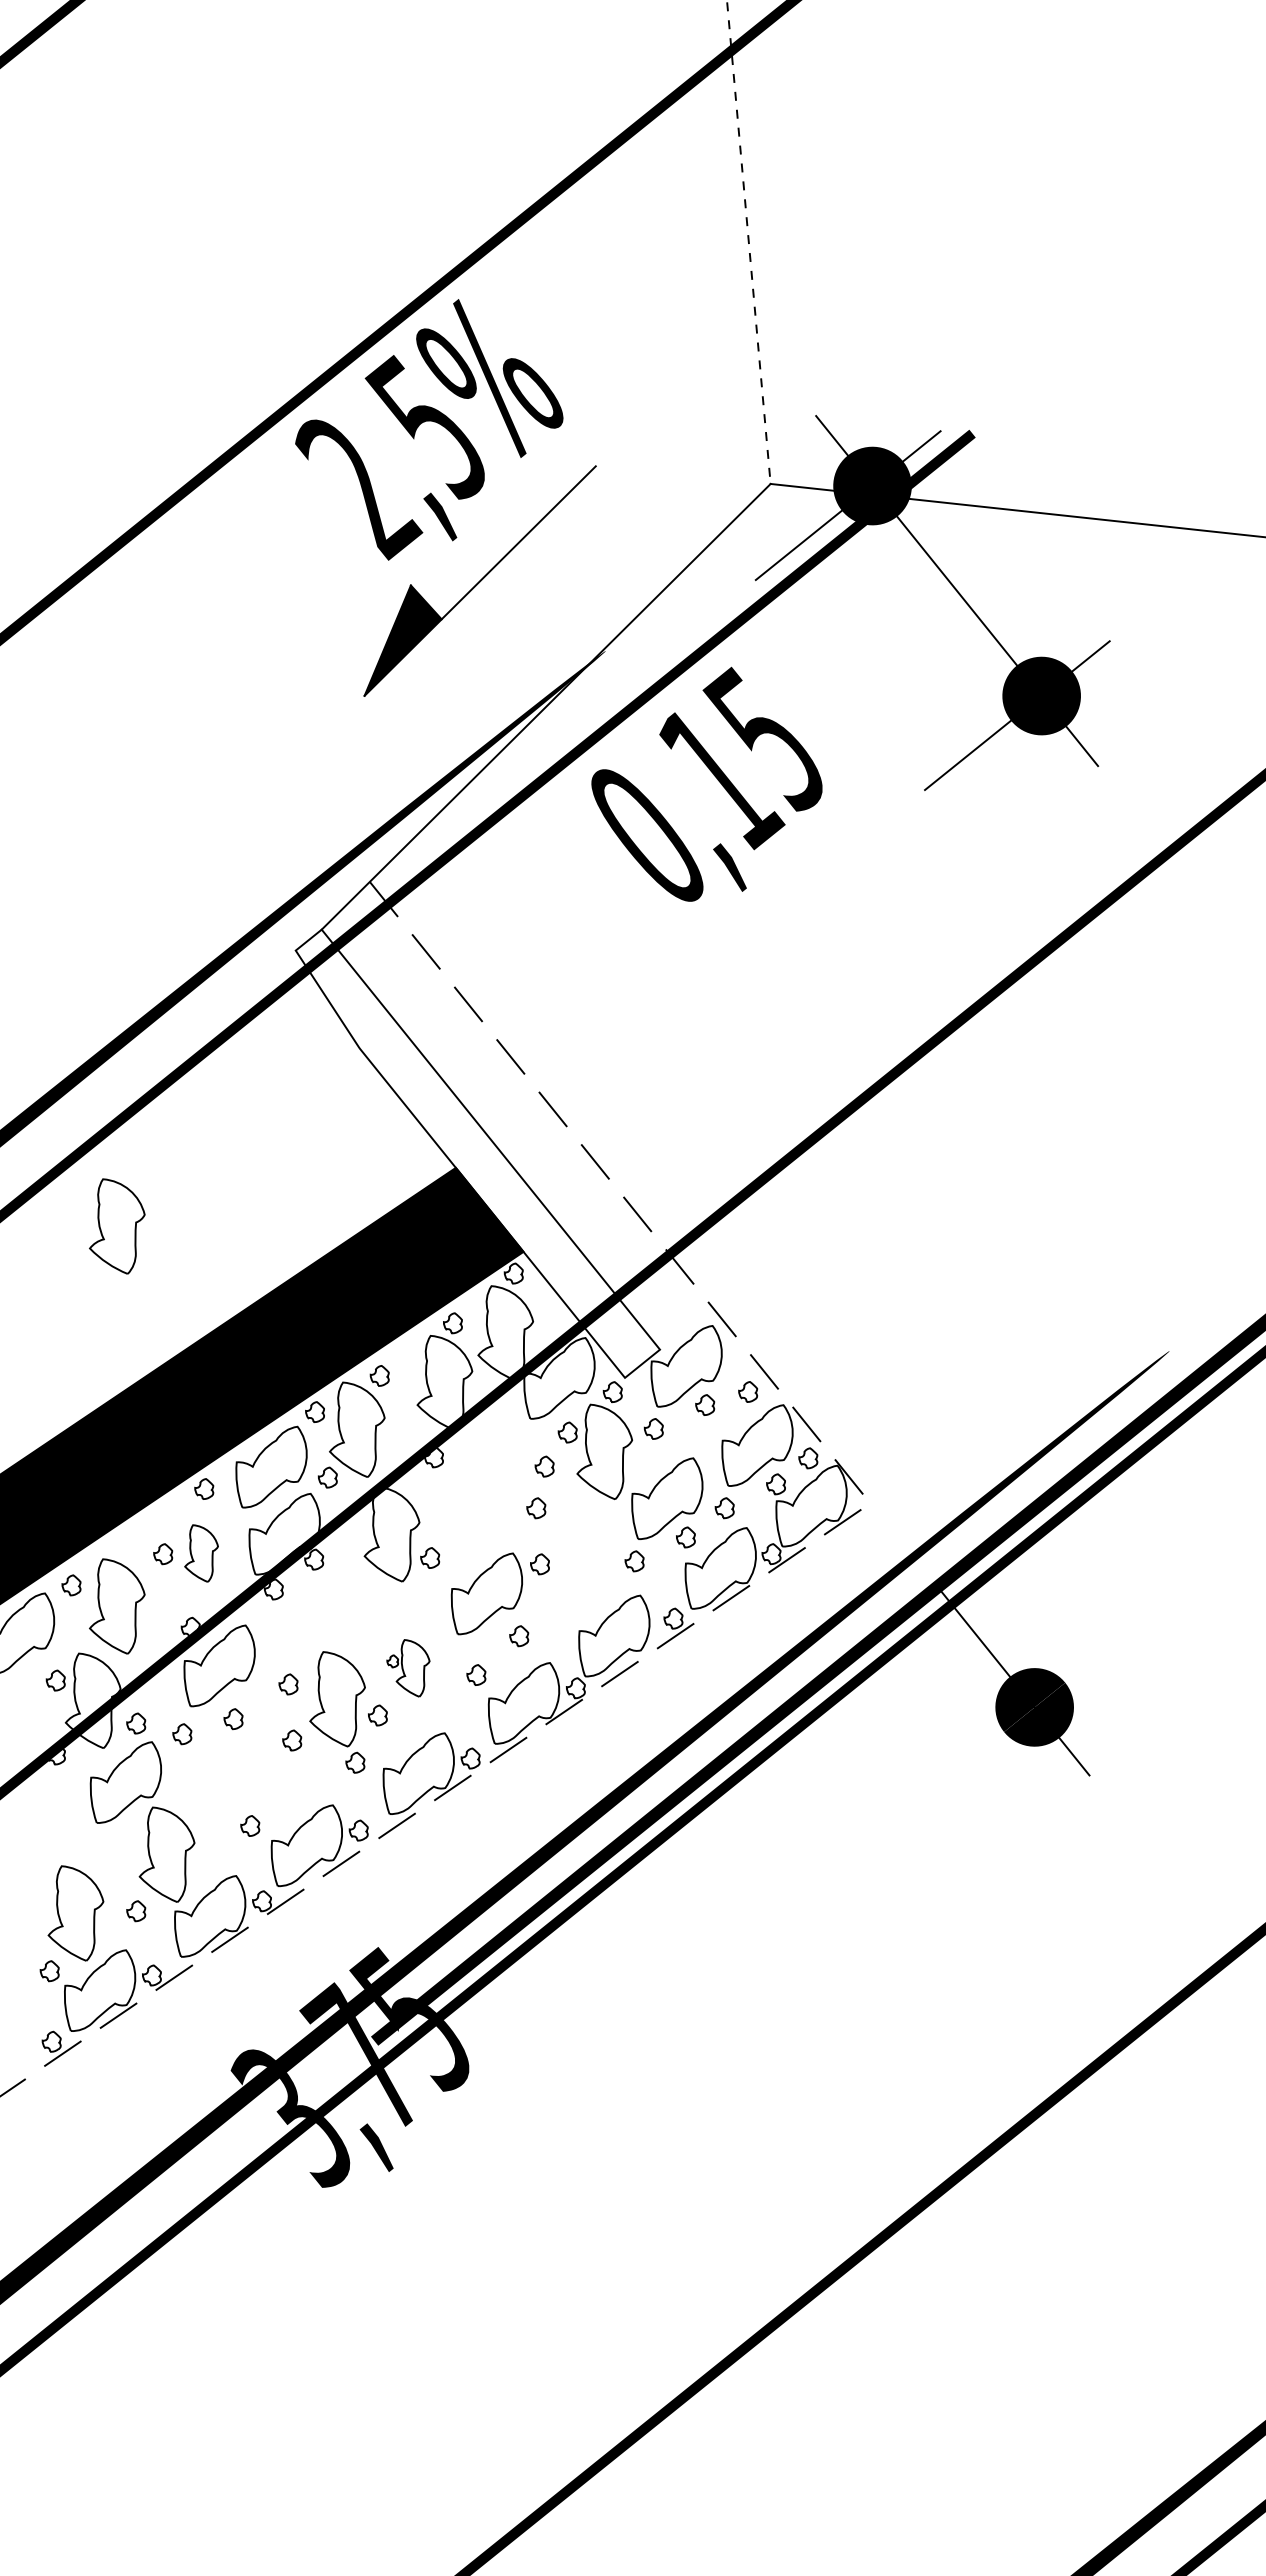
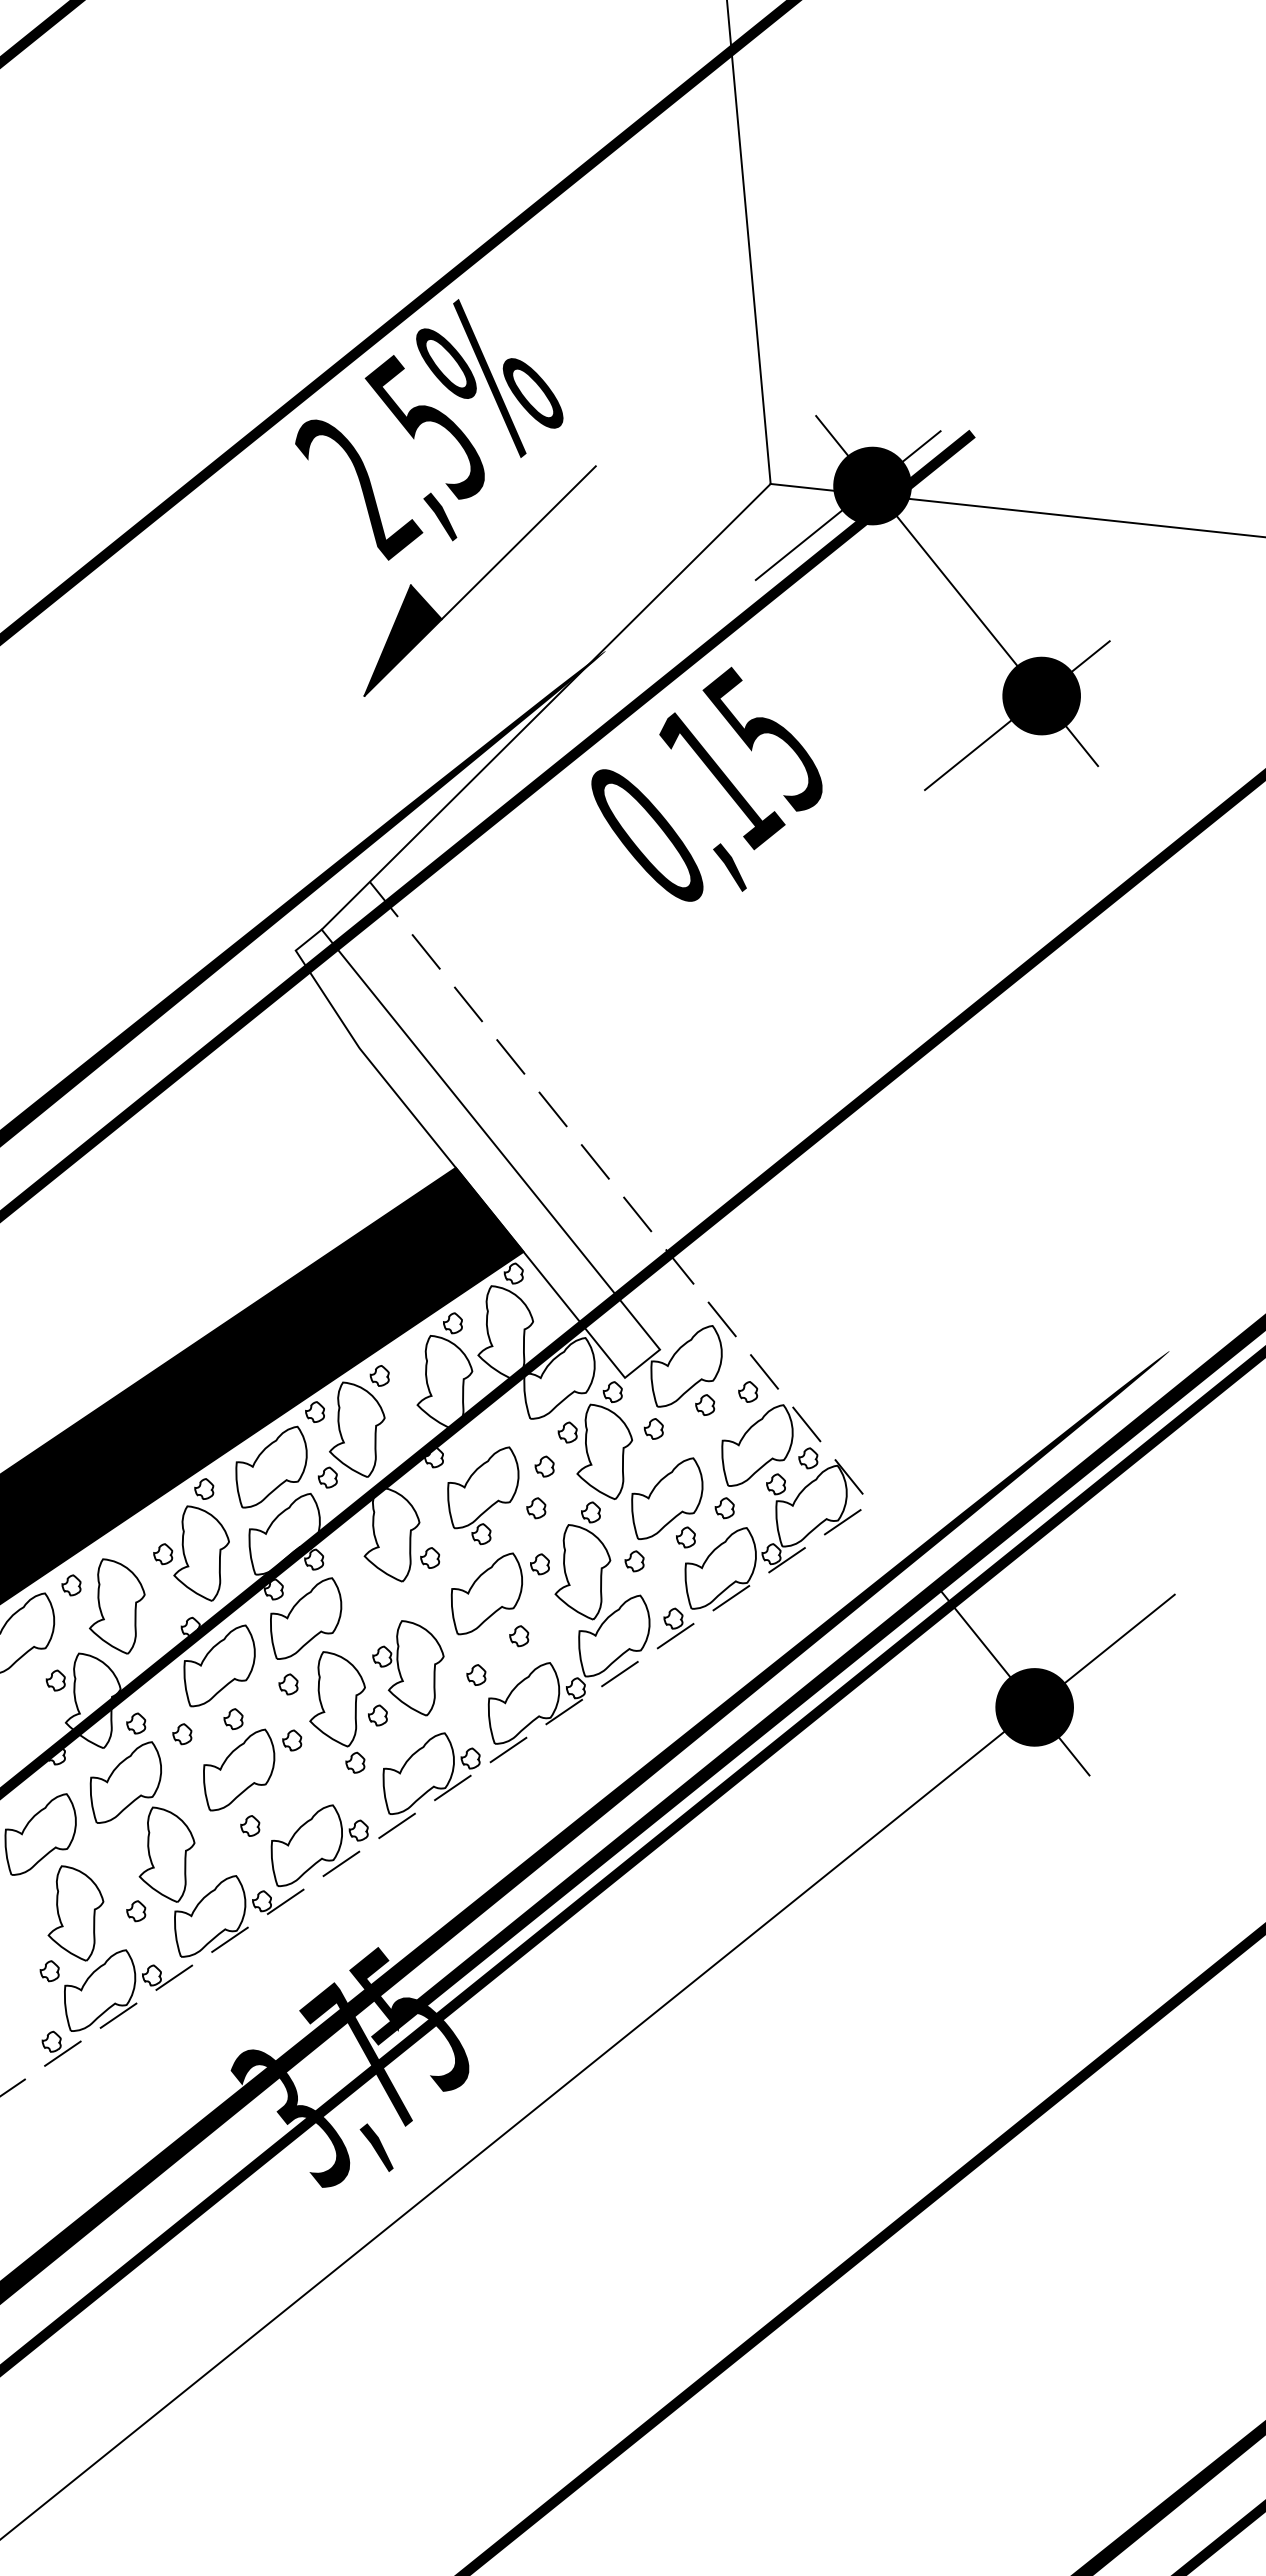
line at (748, 242): dashed -> solid
part at (117, 1226): present -> none
part at (483, 1495): none -> present
part at (201, 1553) size: 35x59 px -> 57x97 px
part at (582, 1560): none -> present
part at (306, 1618): none -> present
part at (408, 1668) size: 45x59 px -> 73x97 px
part at (239, 1769): none -> present
part at (40, 1834): none -> present
line at (588, 2066): none -> present
